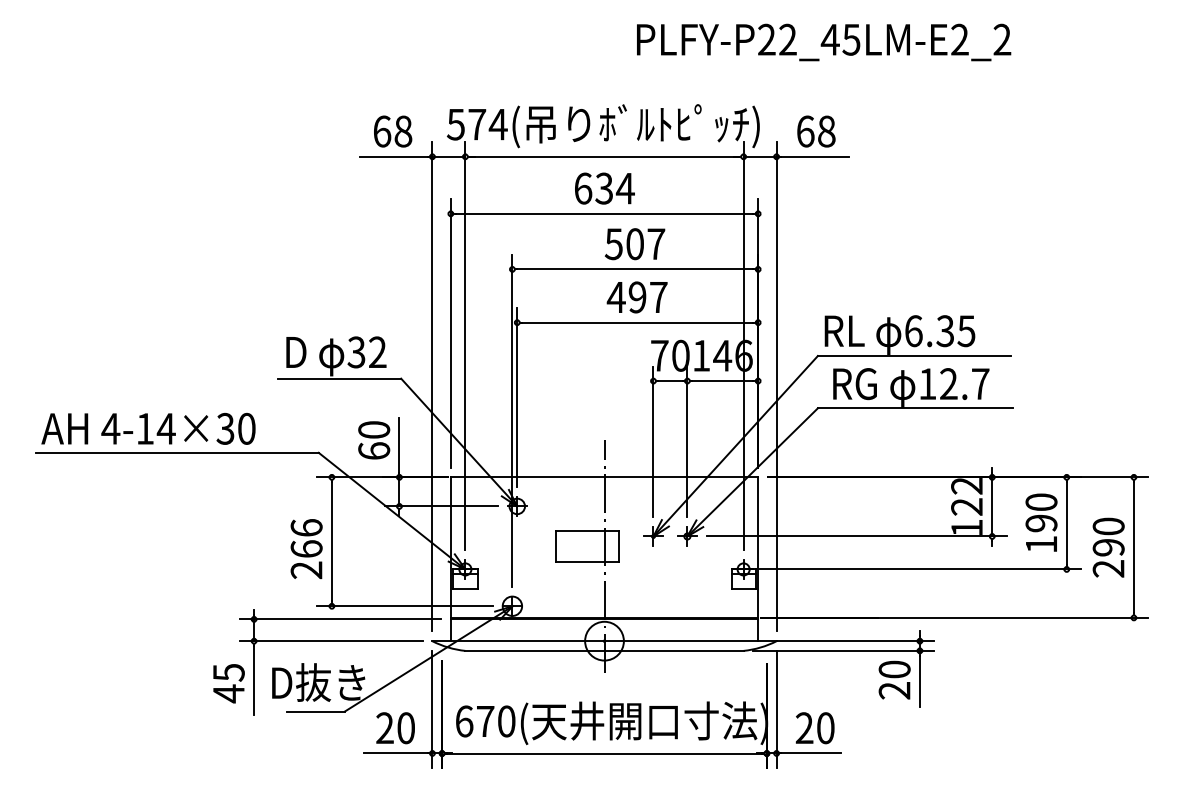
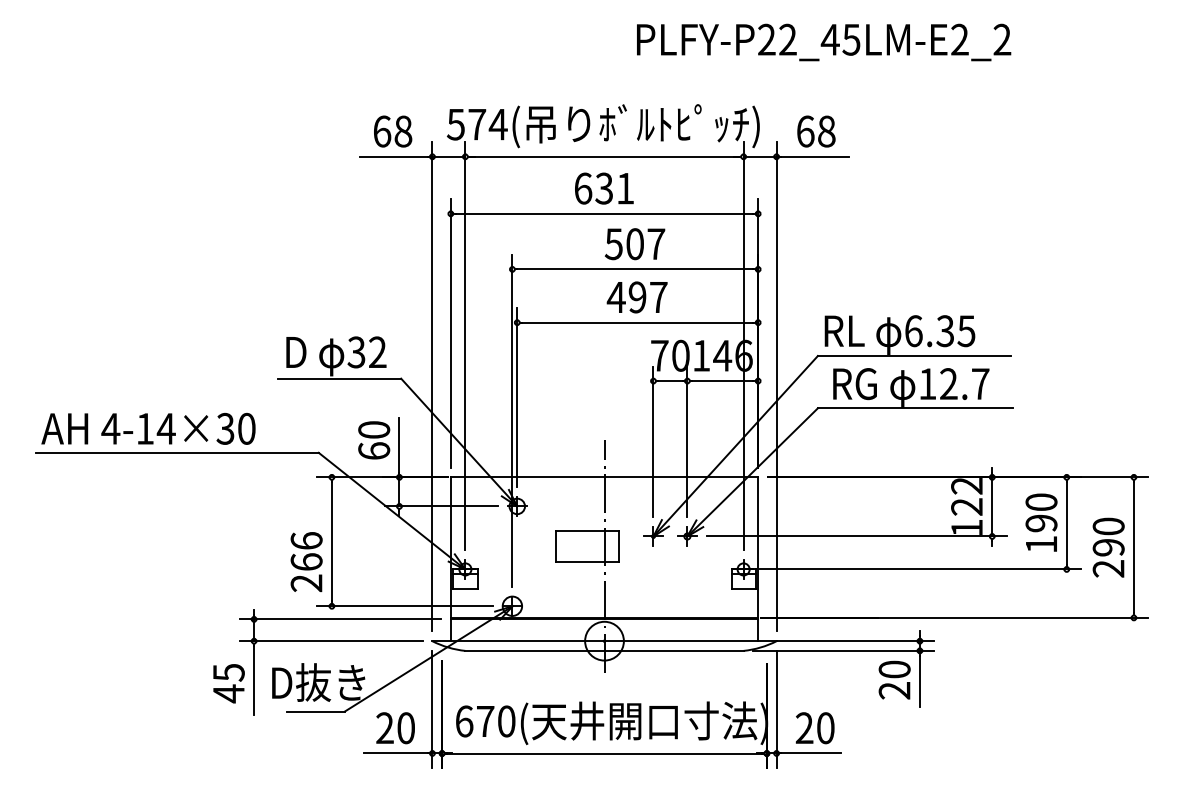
text at (624, 188): 634 -> 631
text at (306, 549) position: (306, 549) -> (306, 562)
